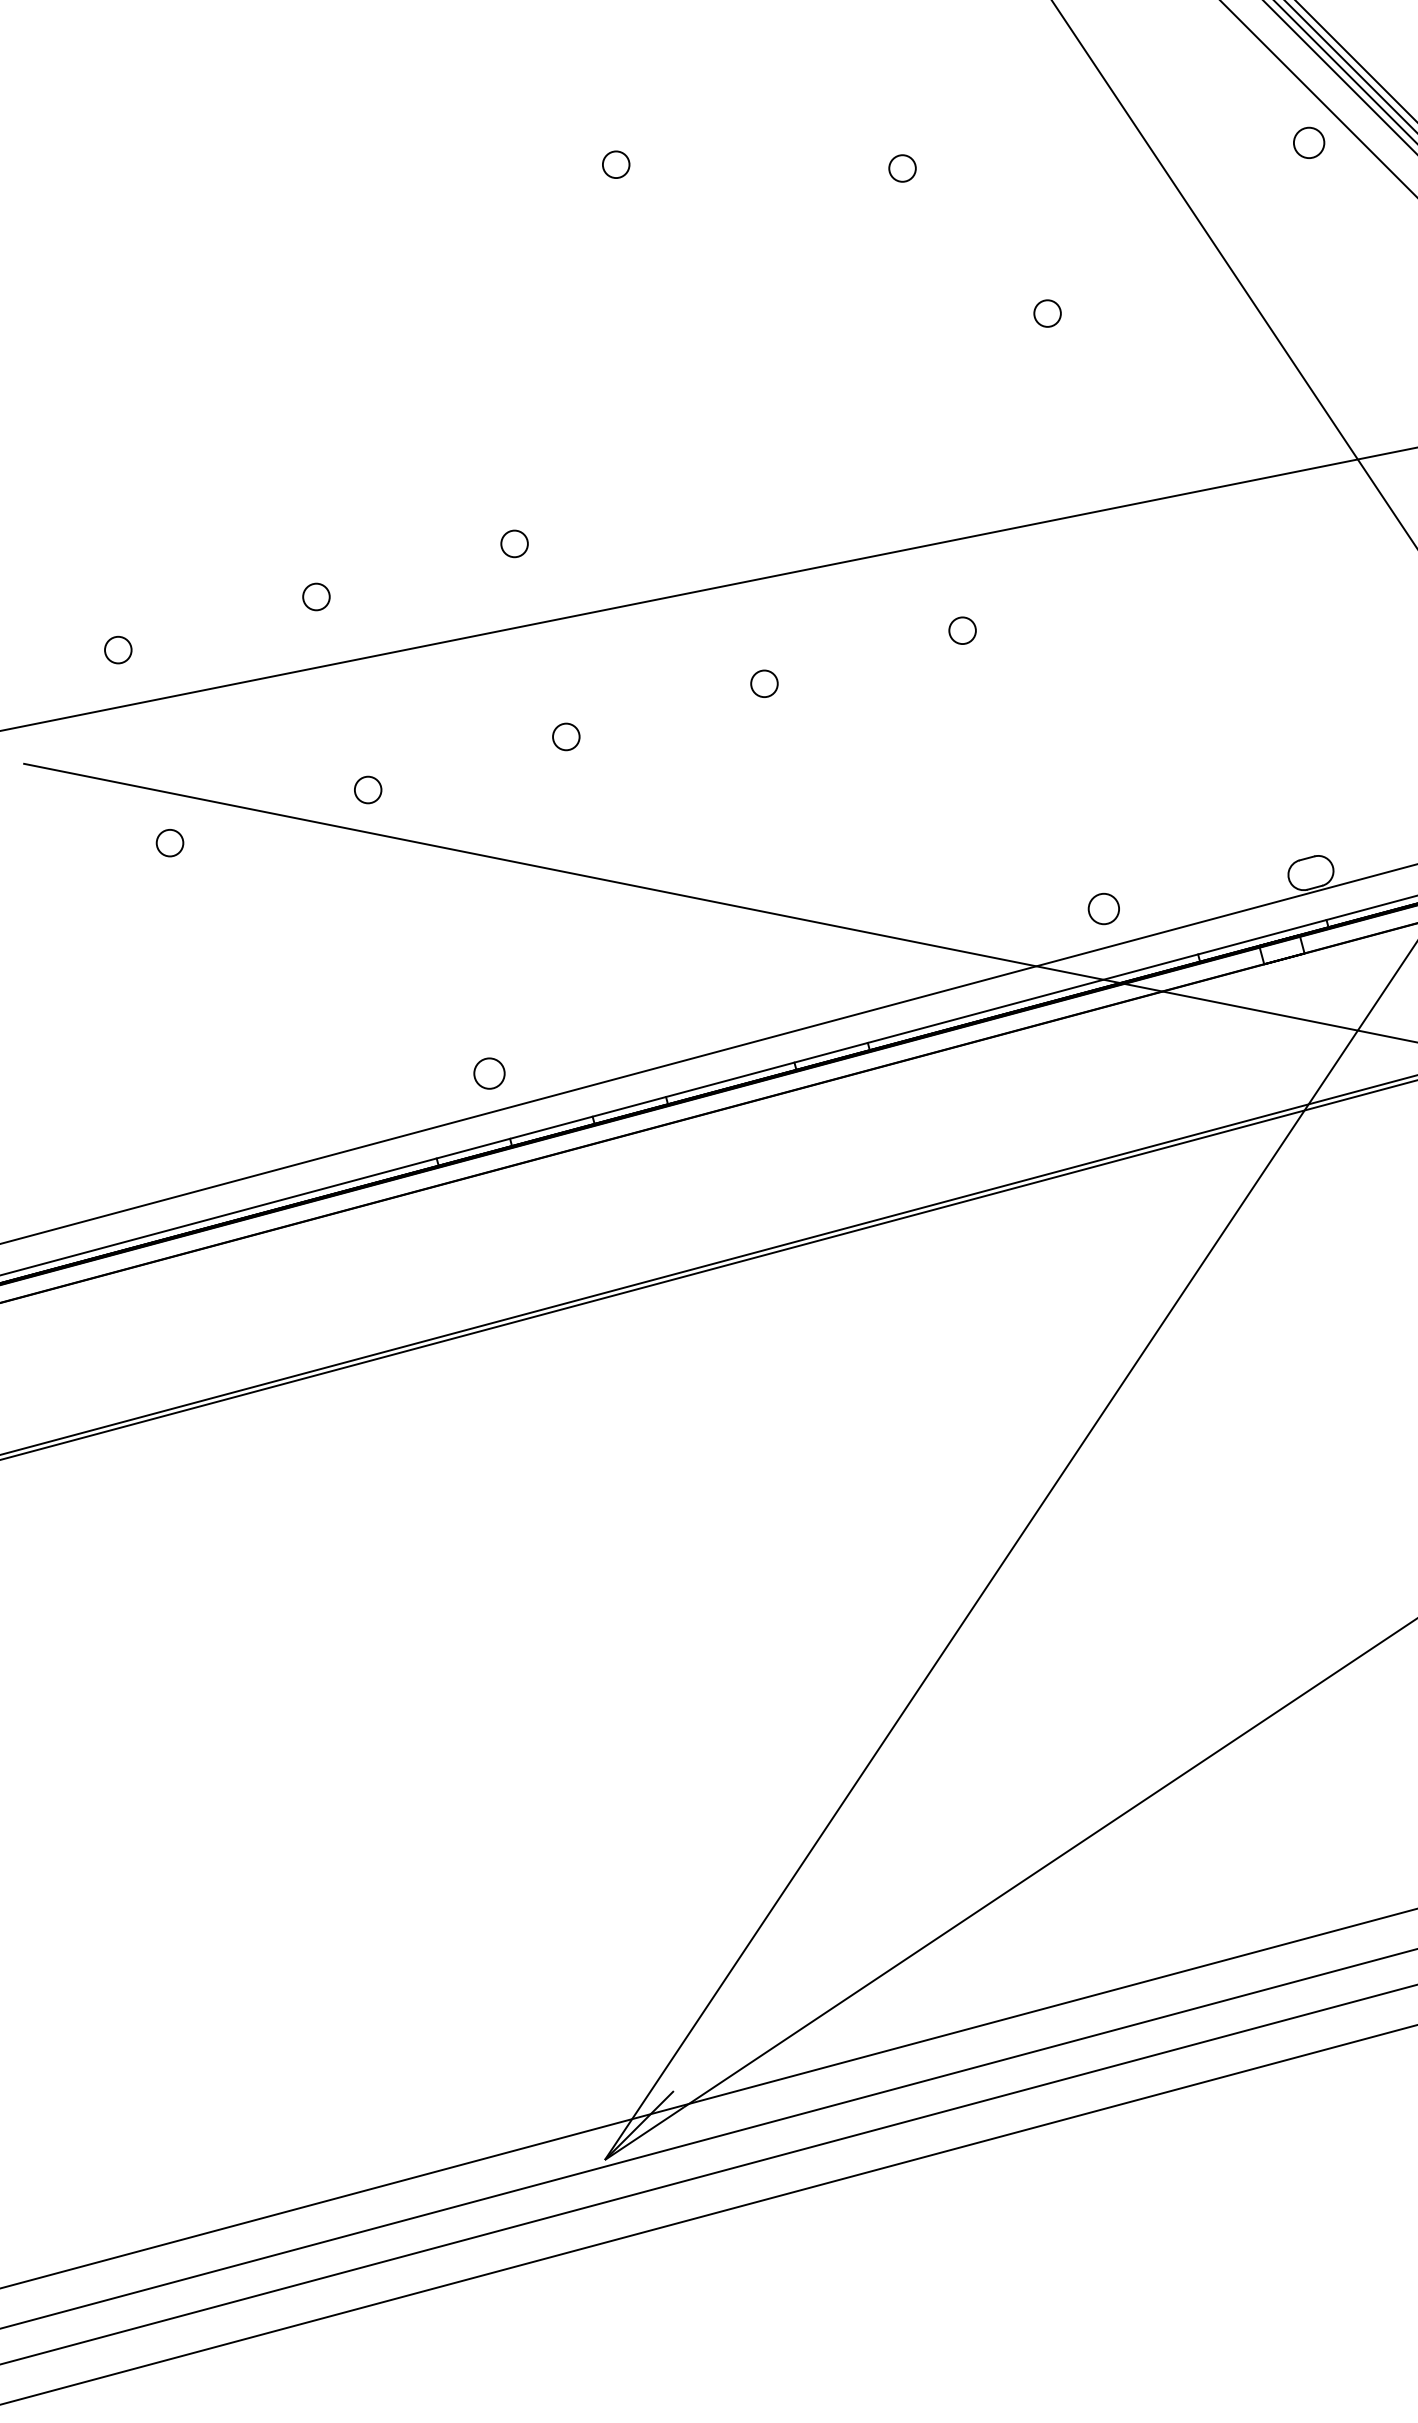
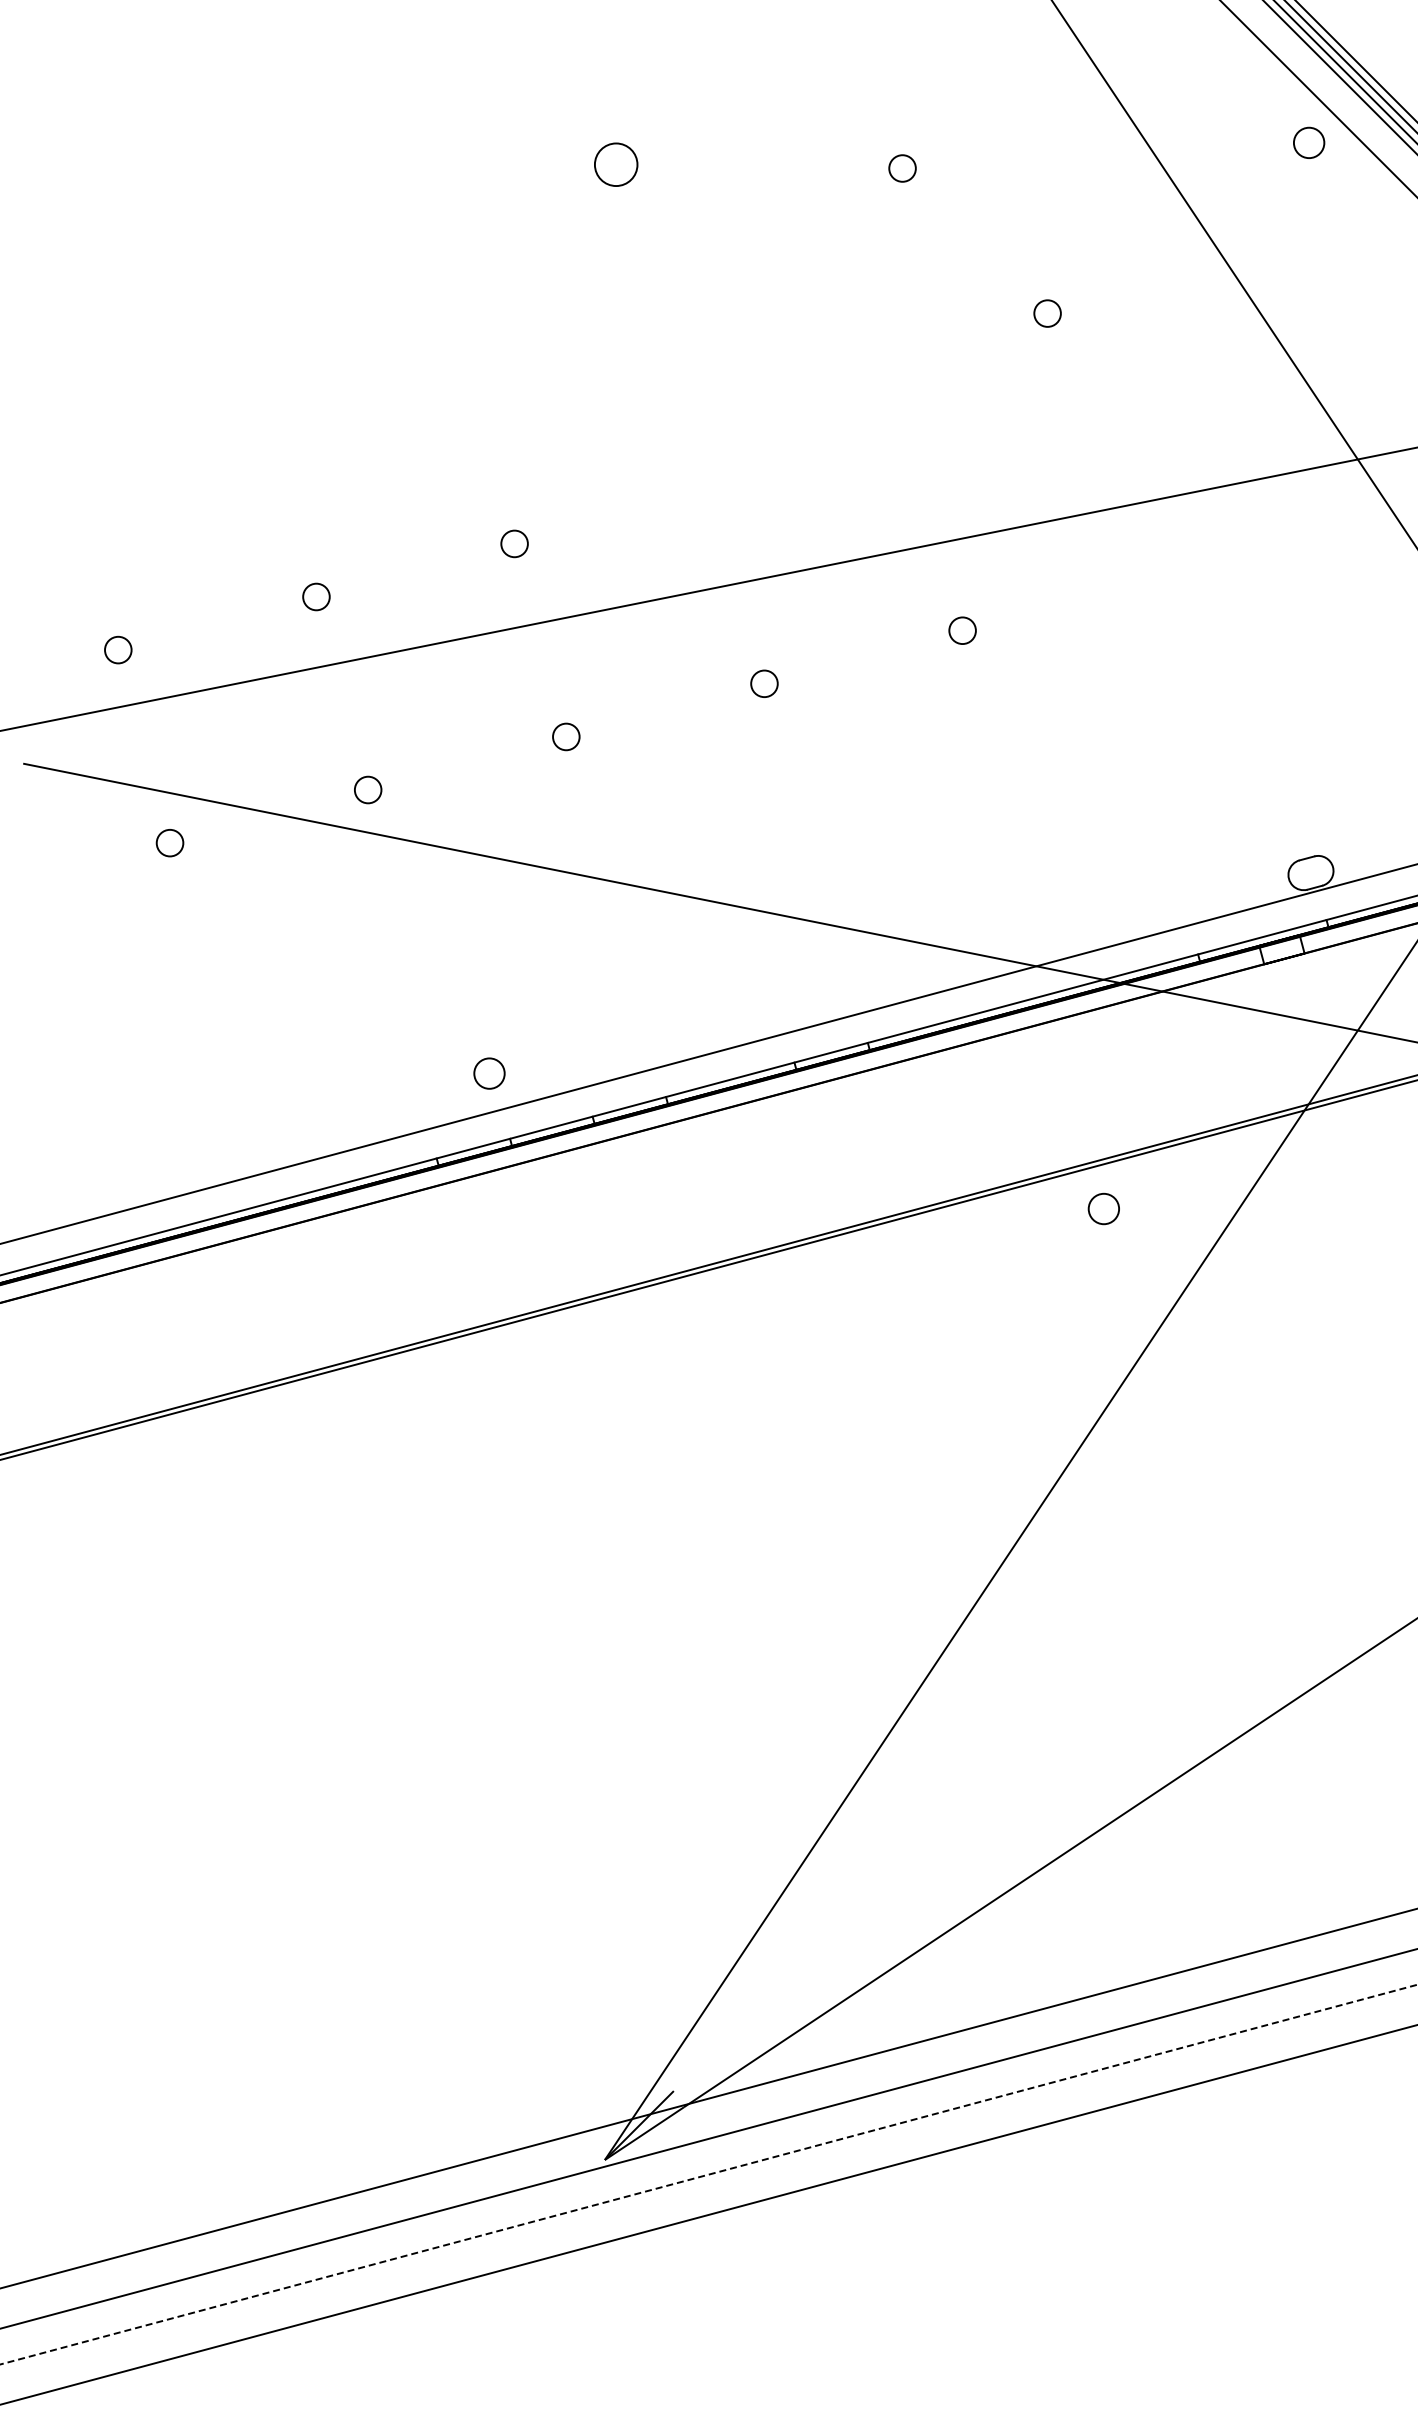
circle at (615, 164) diameter: 27 px -> 43 px
circle at (1103, 908) position: (1103, 908) -> (1103, 1208)
line at (709, 2174): solid -> dashed
